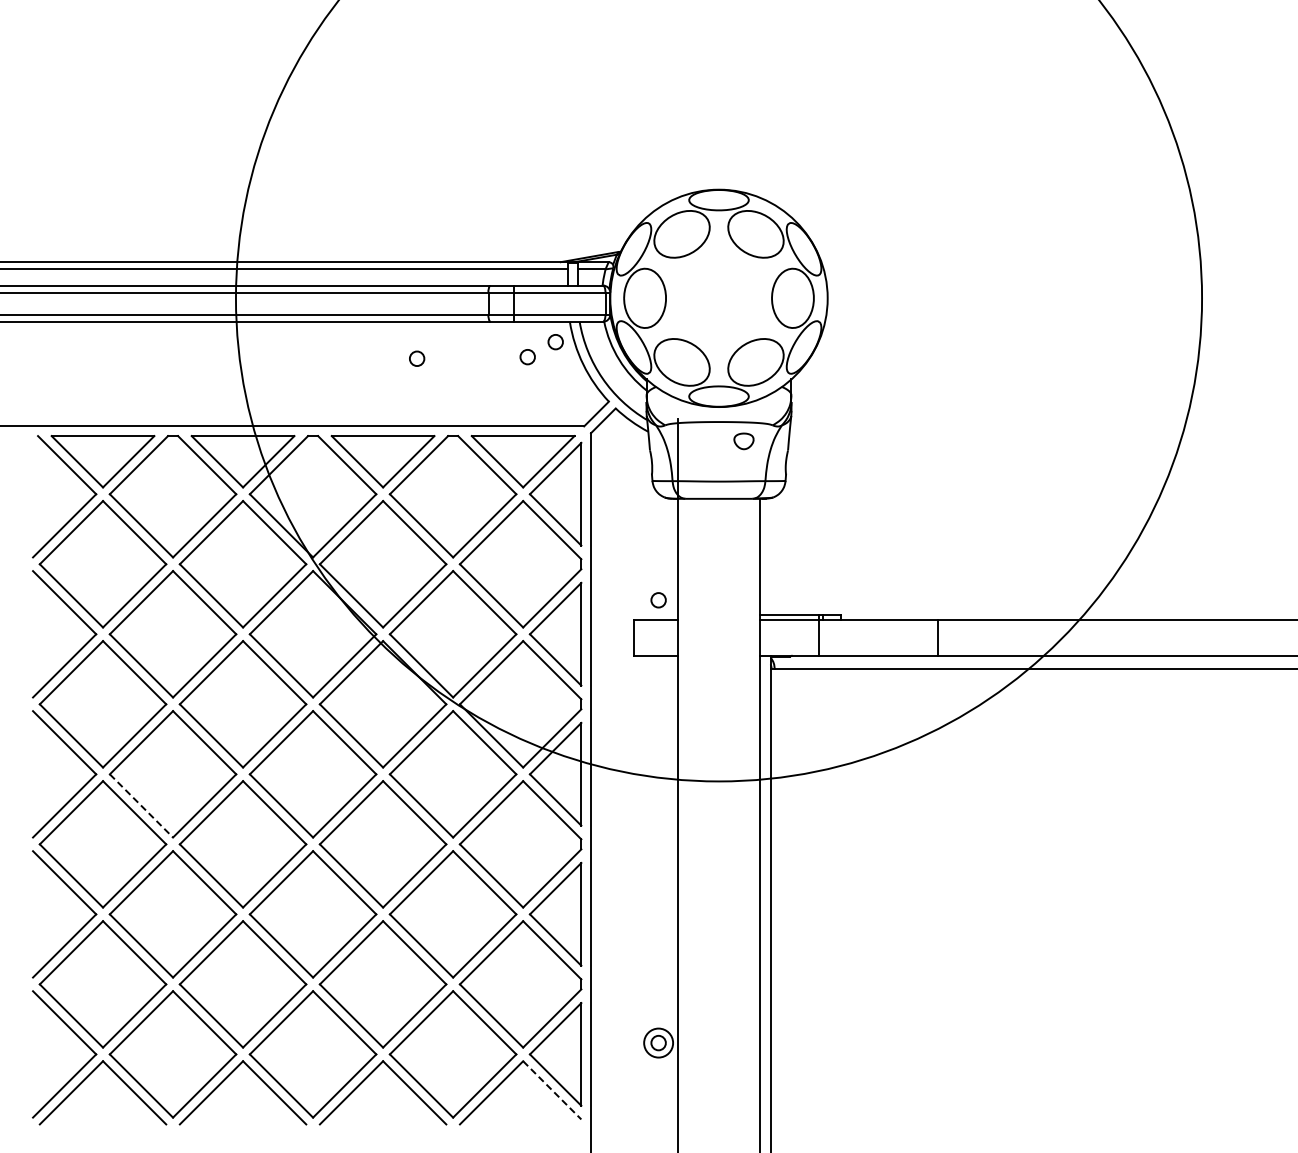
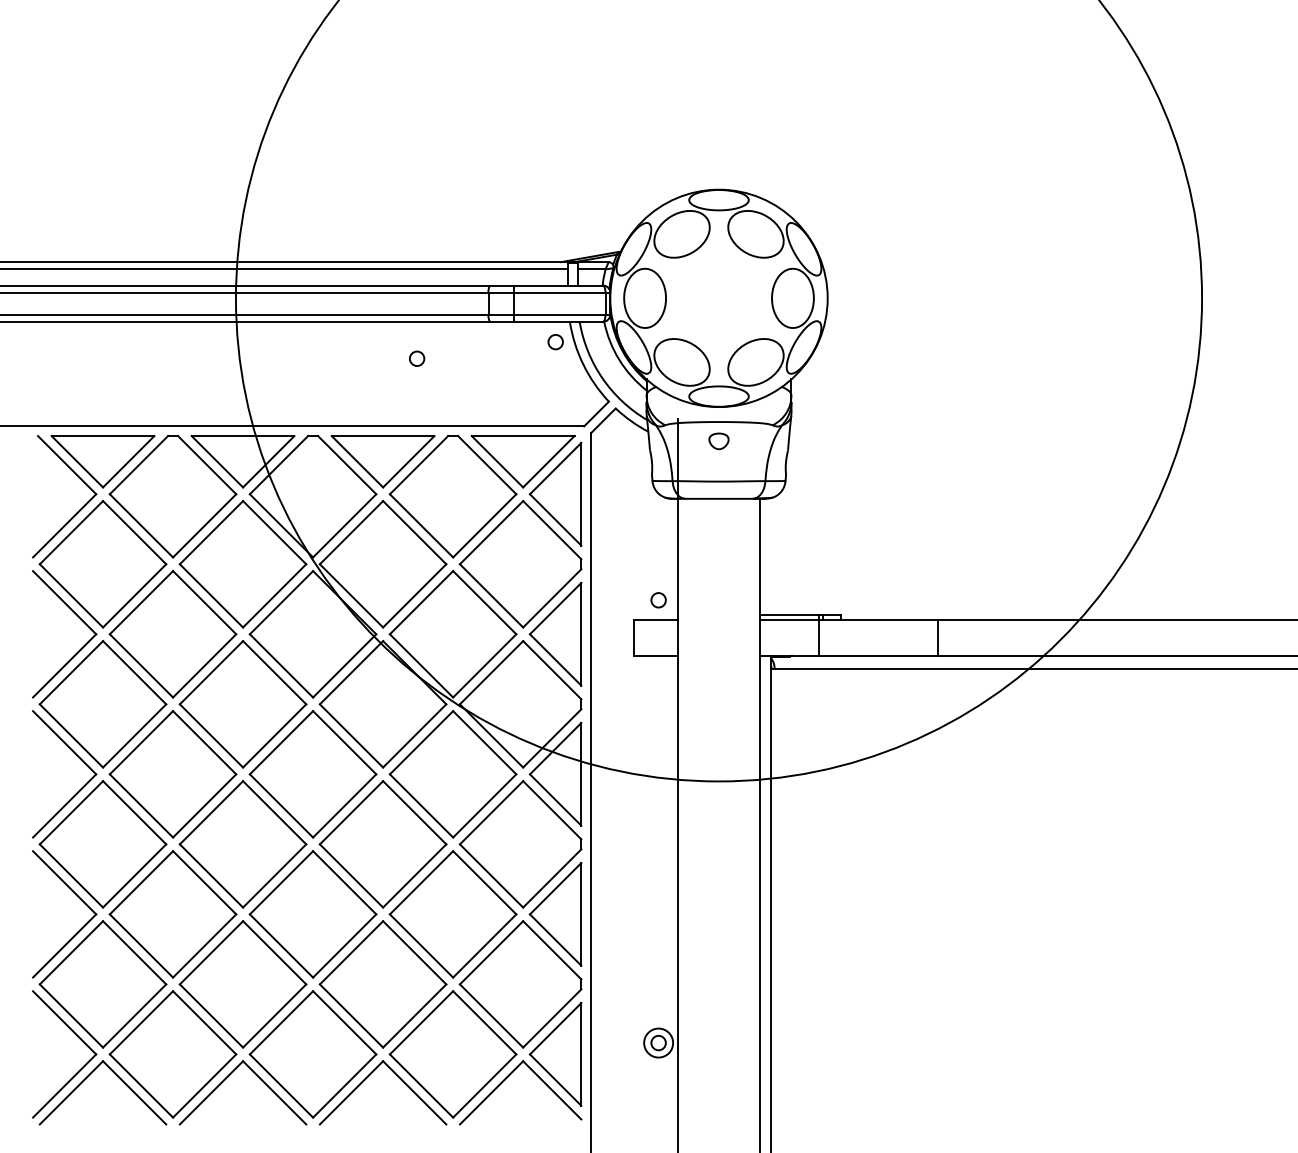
circle at (527, 357): present -> none
part at (743, 441) position: (743, 441) -> (718, 441)
line at (141, 805): dashed -> solid
line at (552, 1090): dashed -> solid
